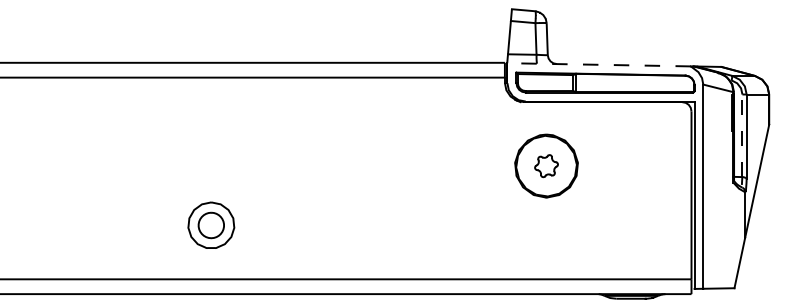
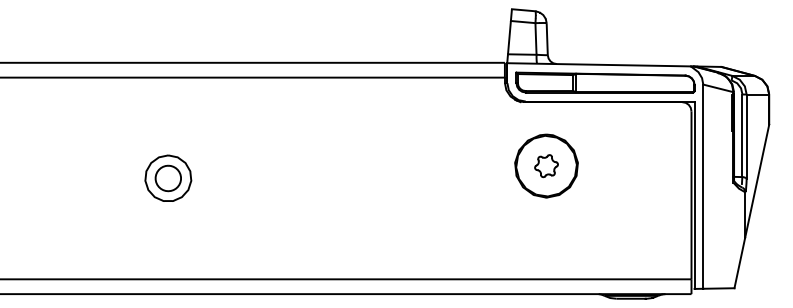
line at (599, 64): dashed -> solid
line at (742, 135): dashed -> solid
part at (211, 224) position: (211, 224) -> (168, 177)
